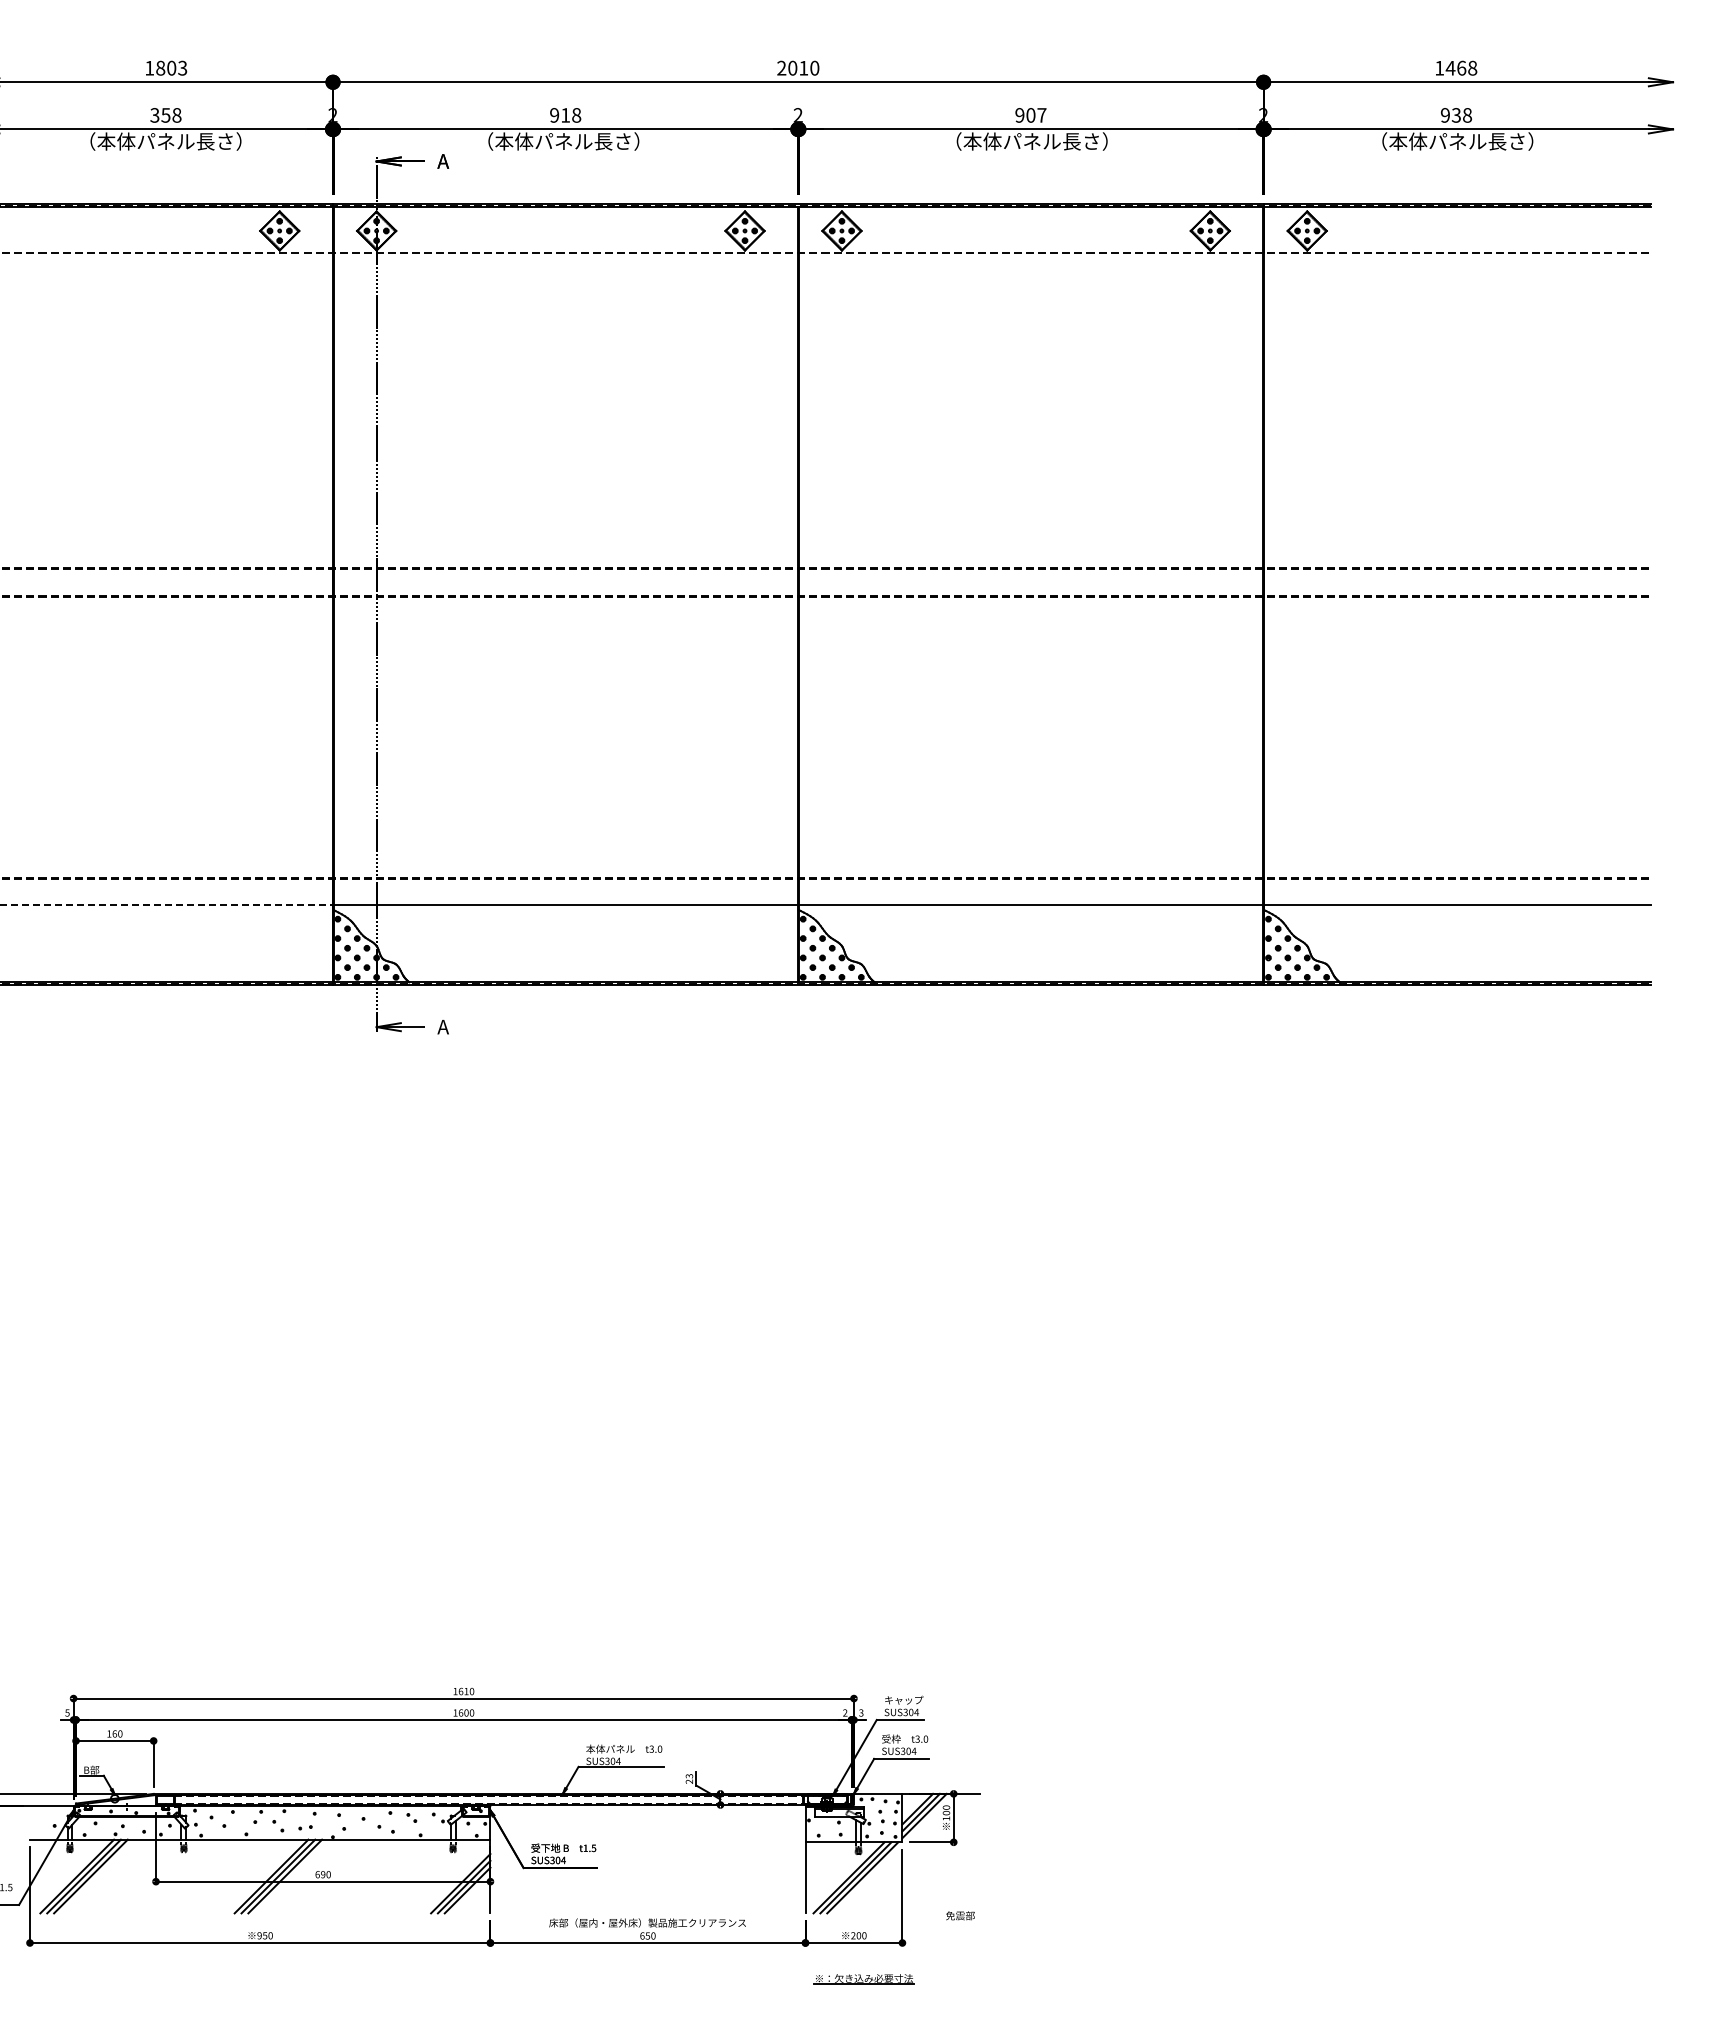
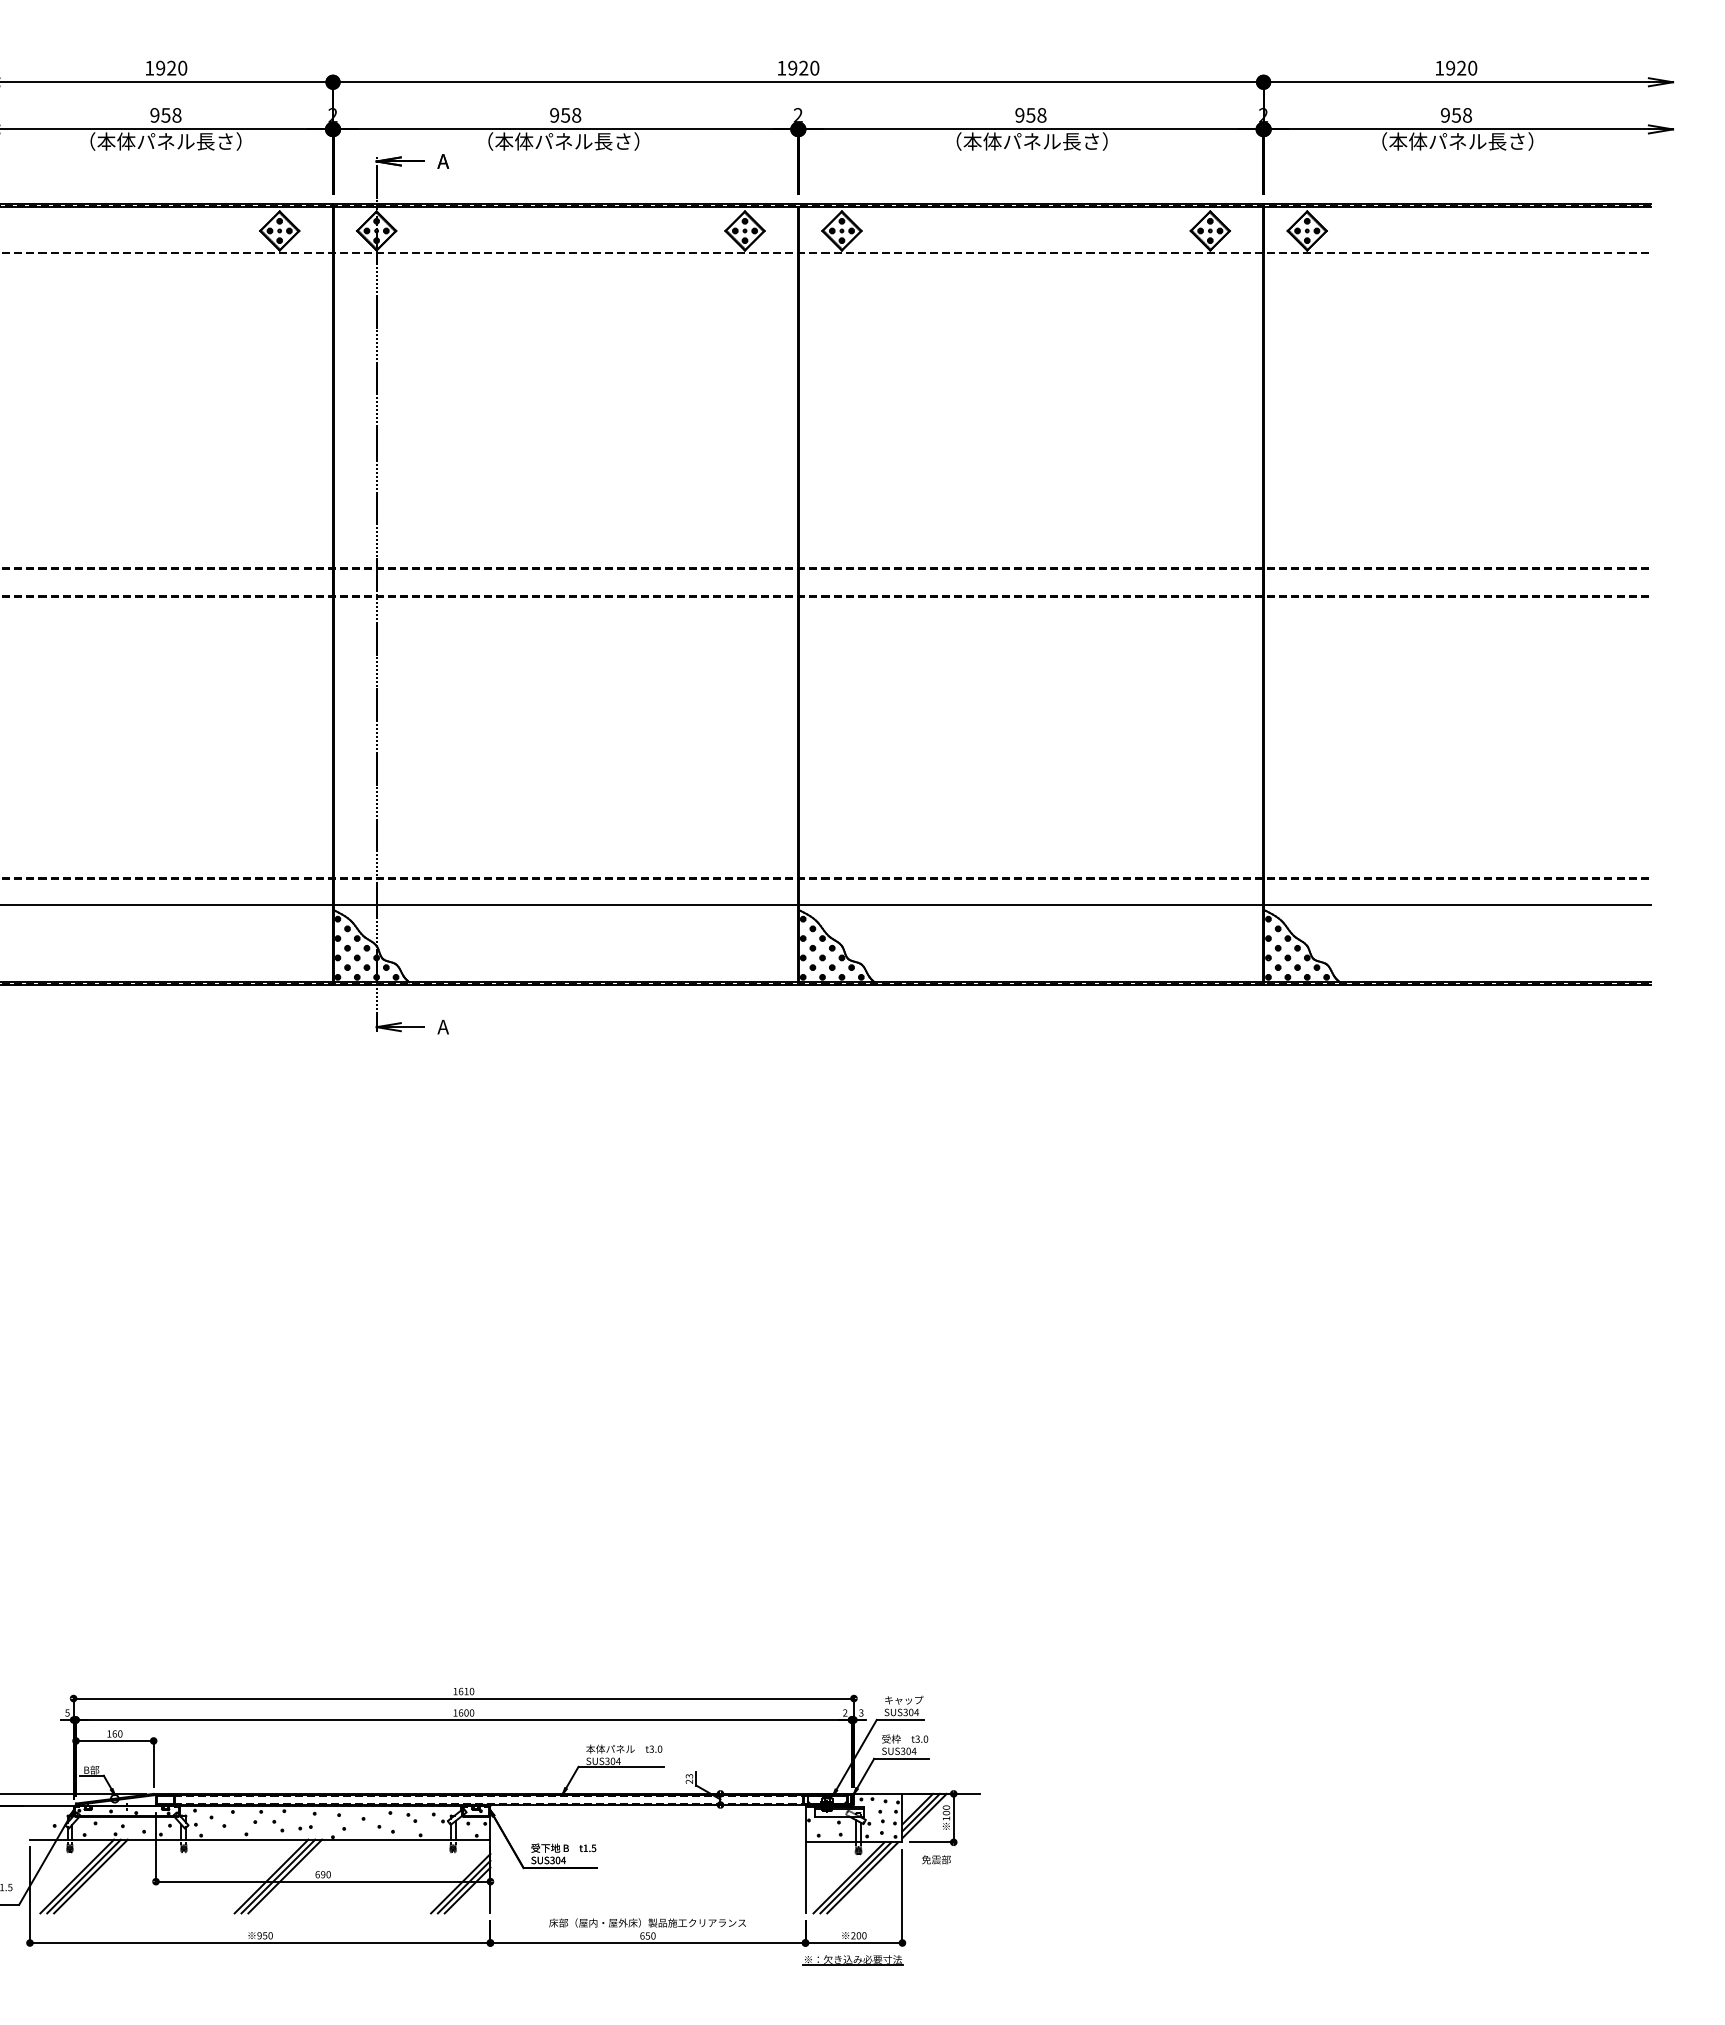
text at (171, 67): 1803 -> 1920
text at (792, 67): 2010 -> 1920
text at (1461, 67): 1468 -> 1920
text at (154, 115): 358 -> 958
text at (565, 115): 918 -> 958
text at (1036, 115): 907 -> 958
text at (1456, 115): 938 -> 958
line at (166, 904): dashed -> solid
text at (960, 1915) position: (960, 1915) -> (936, 1859)
part at (863, 1979) position: (863, 1979) -> (852, 1960)
